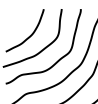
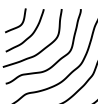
curve at (18, 25): none -> present
